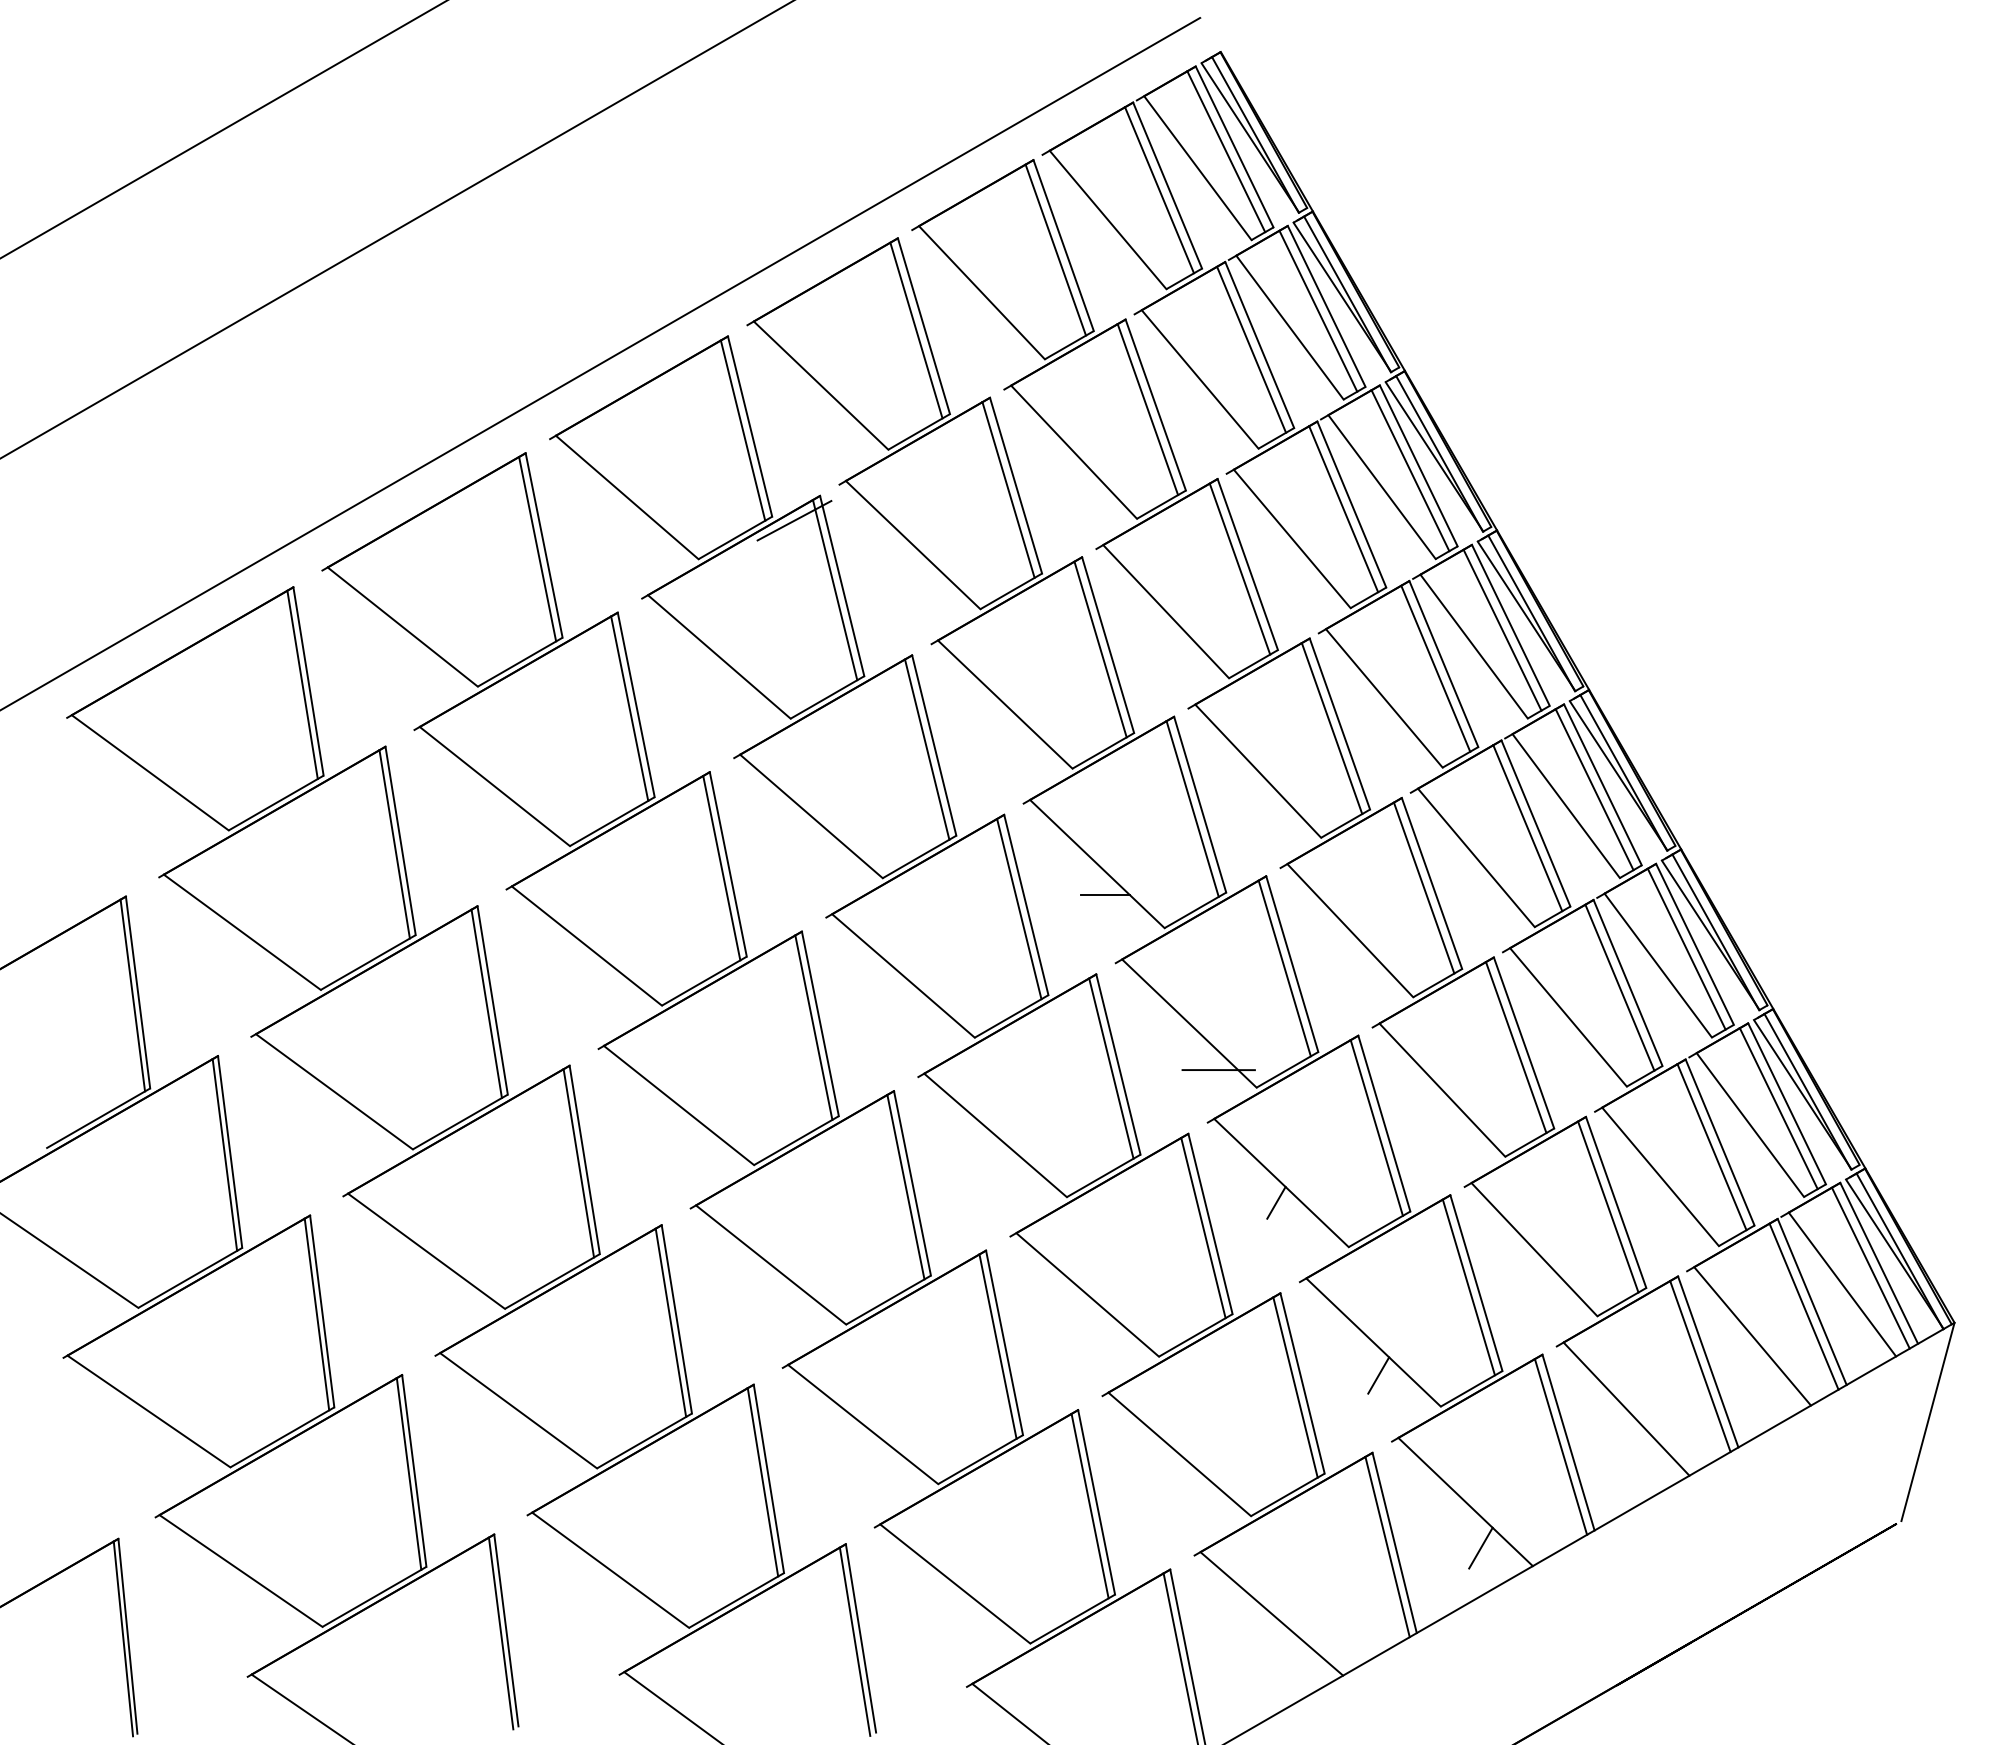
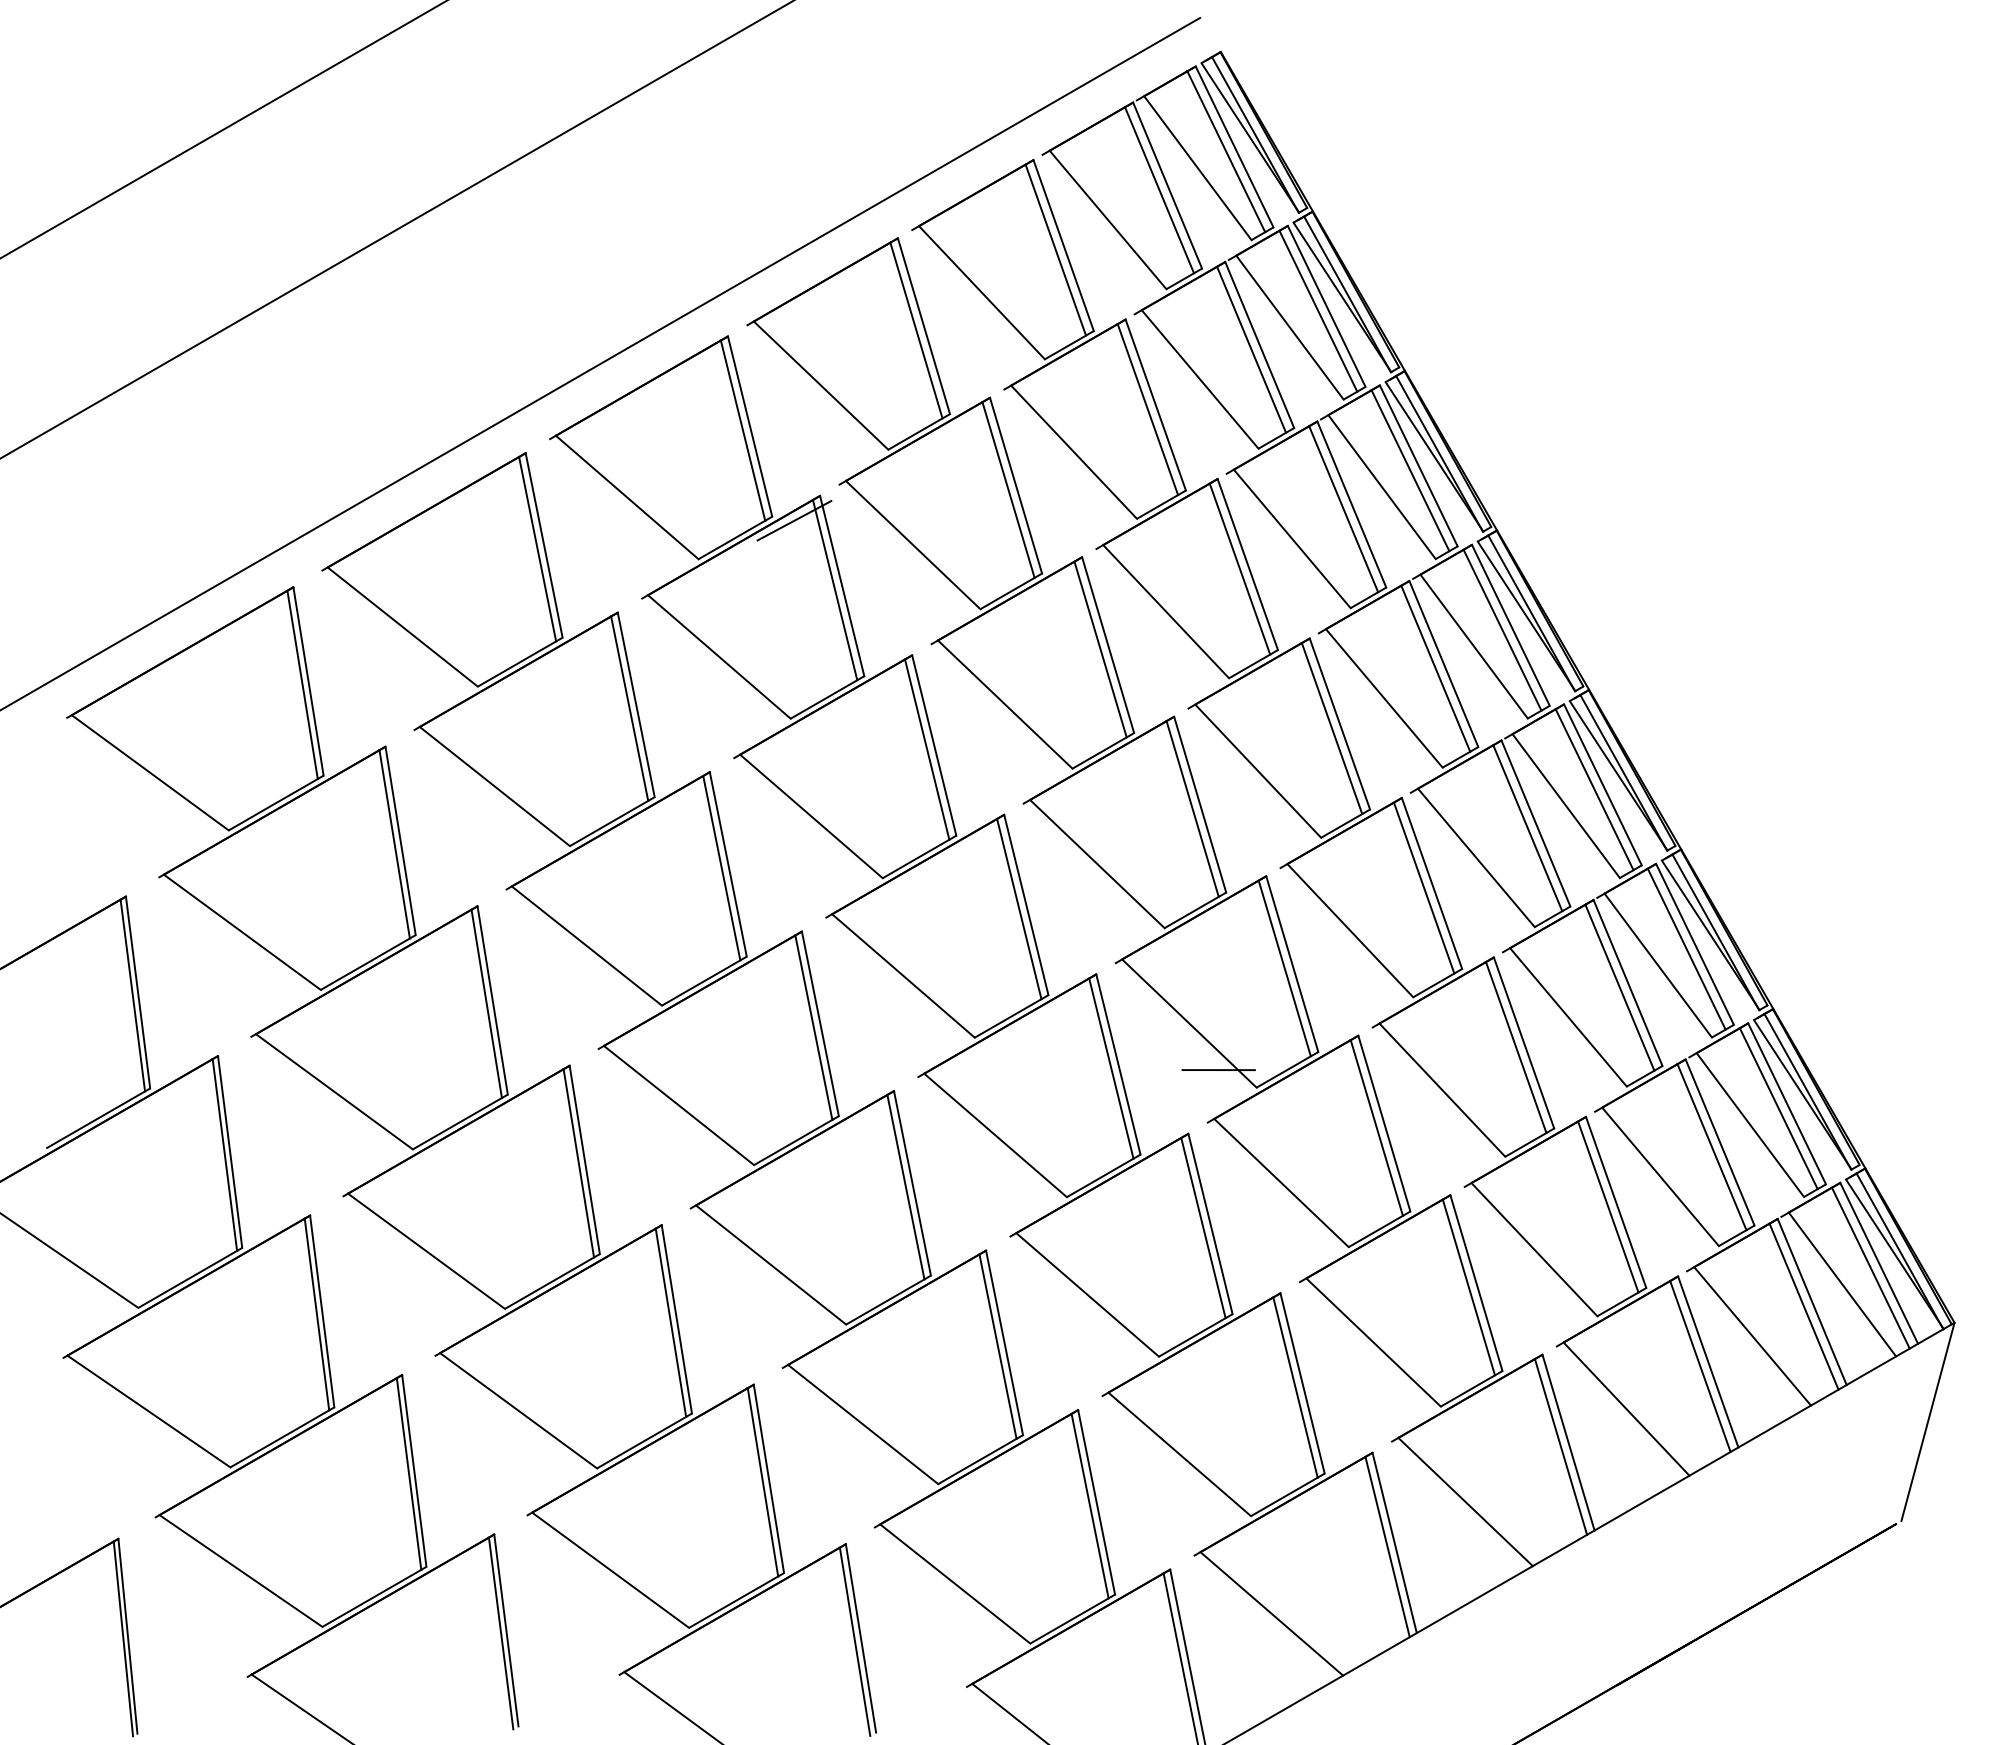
line at (1105, 895): present -> none
line at (1276, 1202): present -> none
line at (1378, 1375): present -> none
line at (1480, 1547): present -> none
